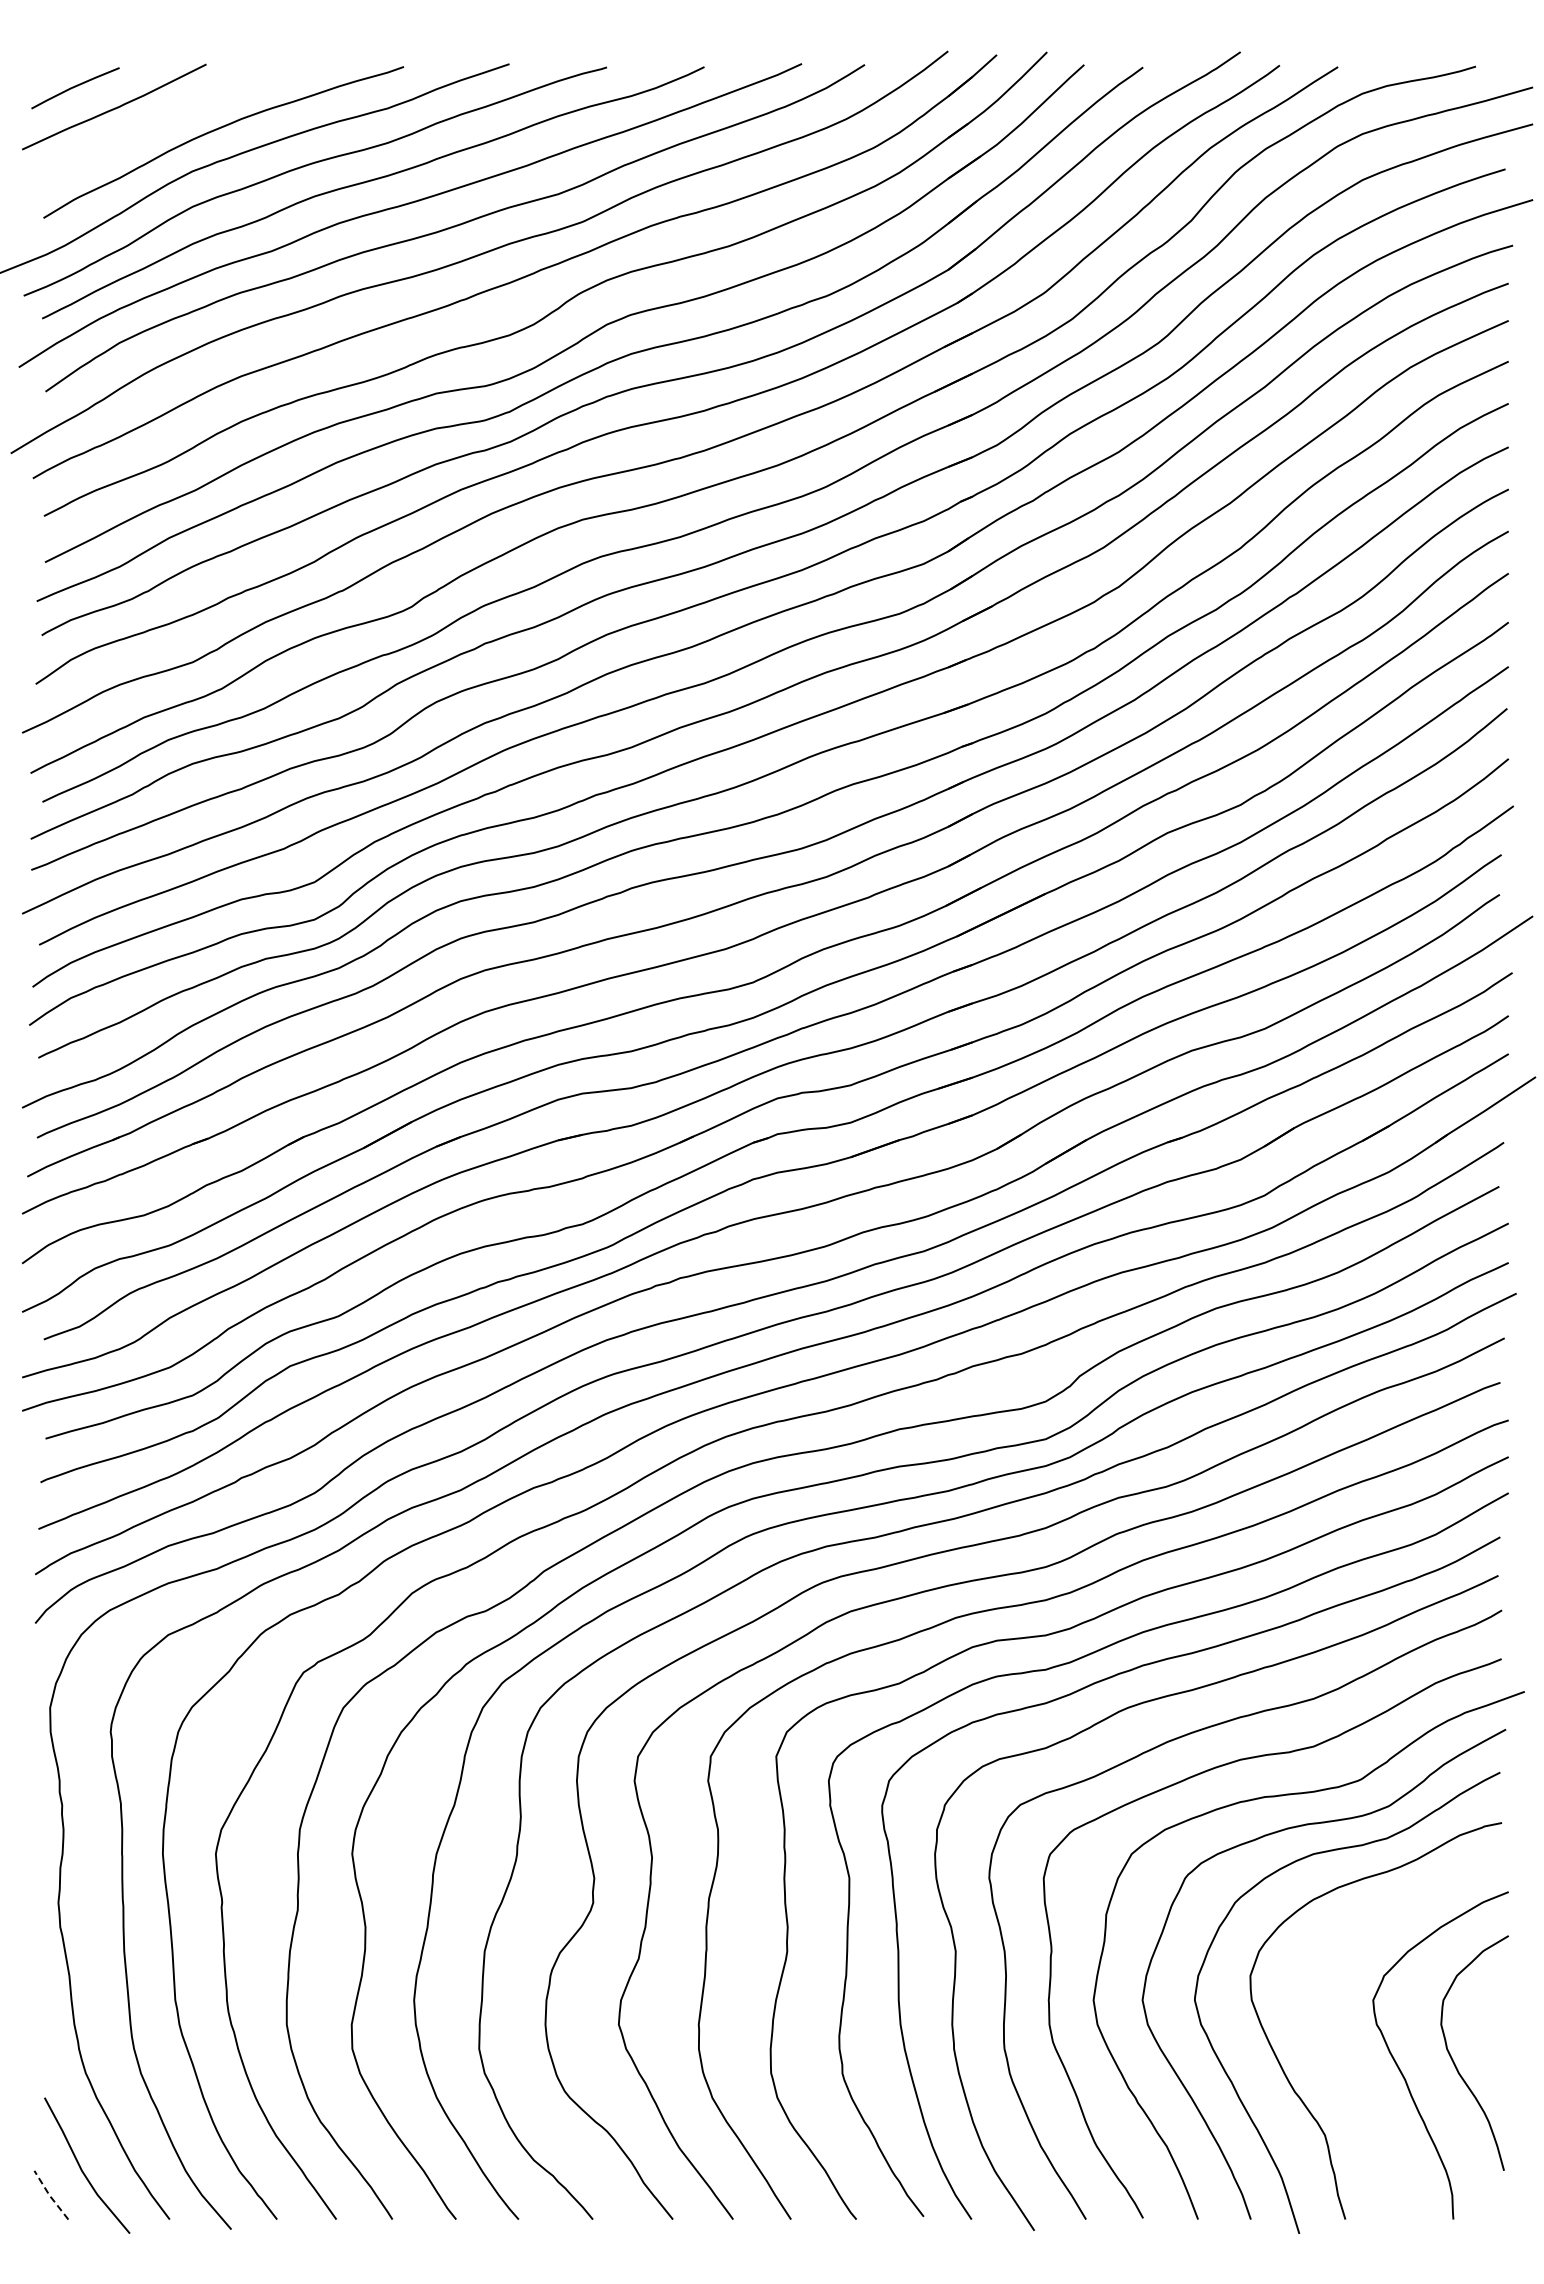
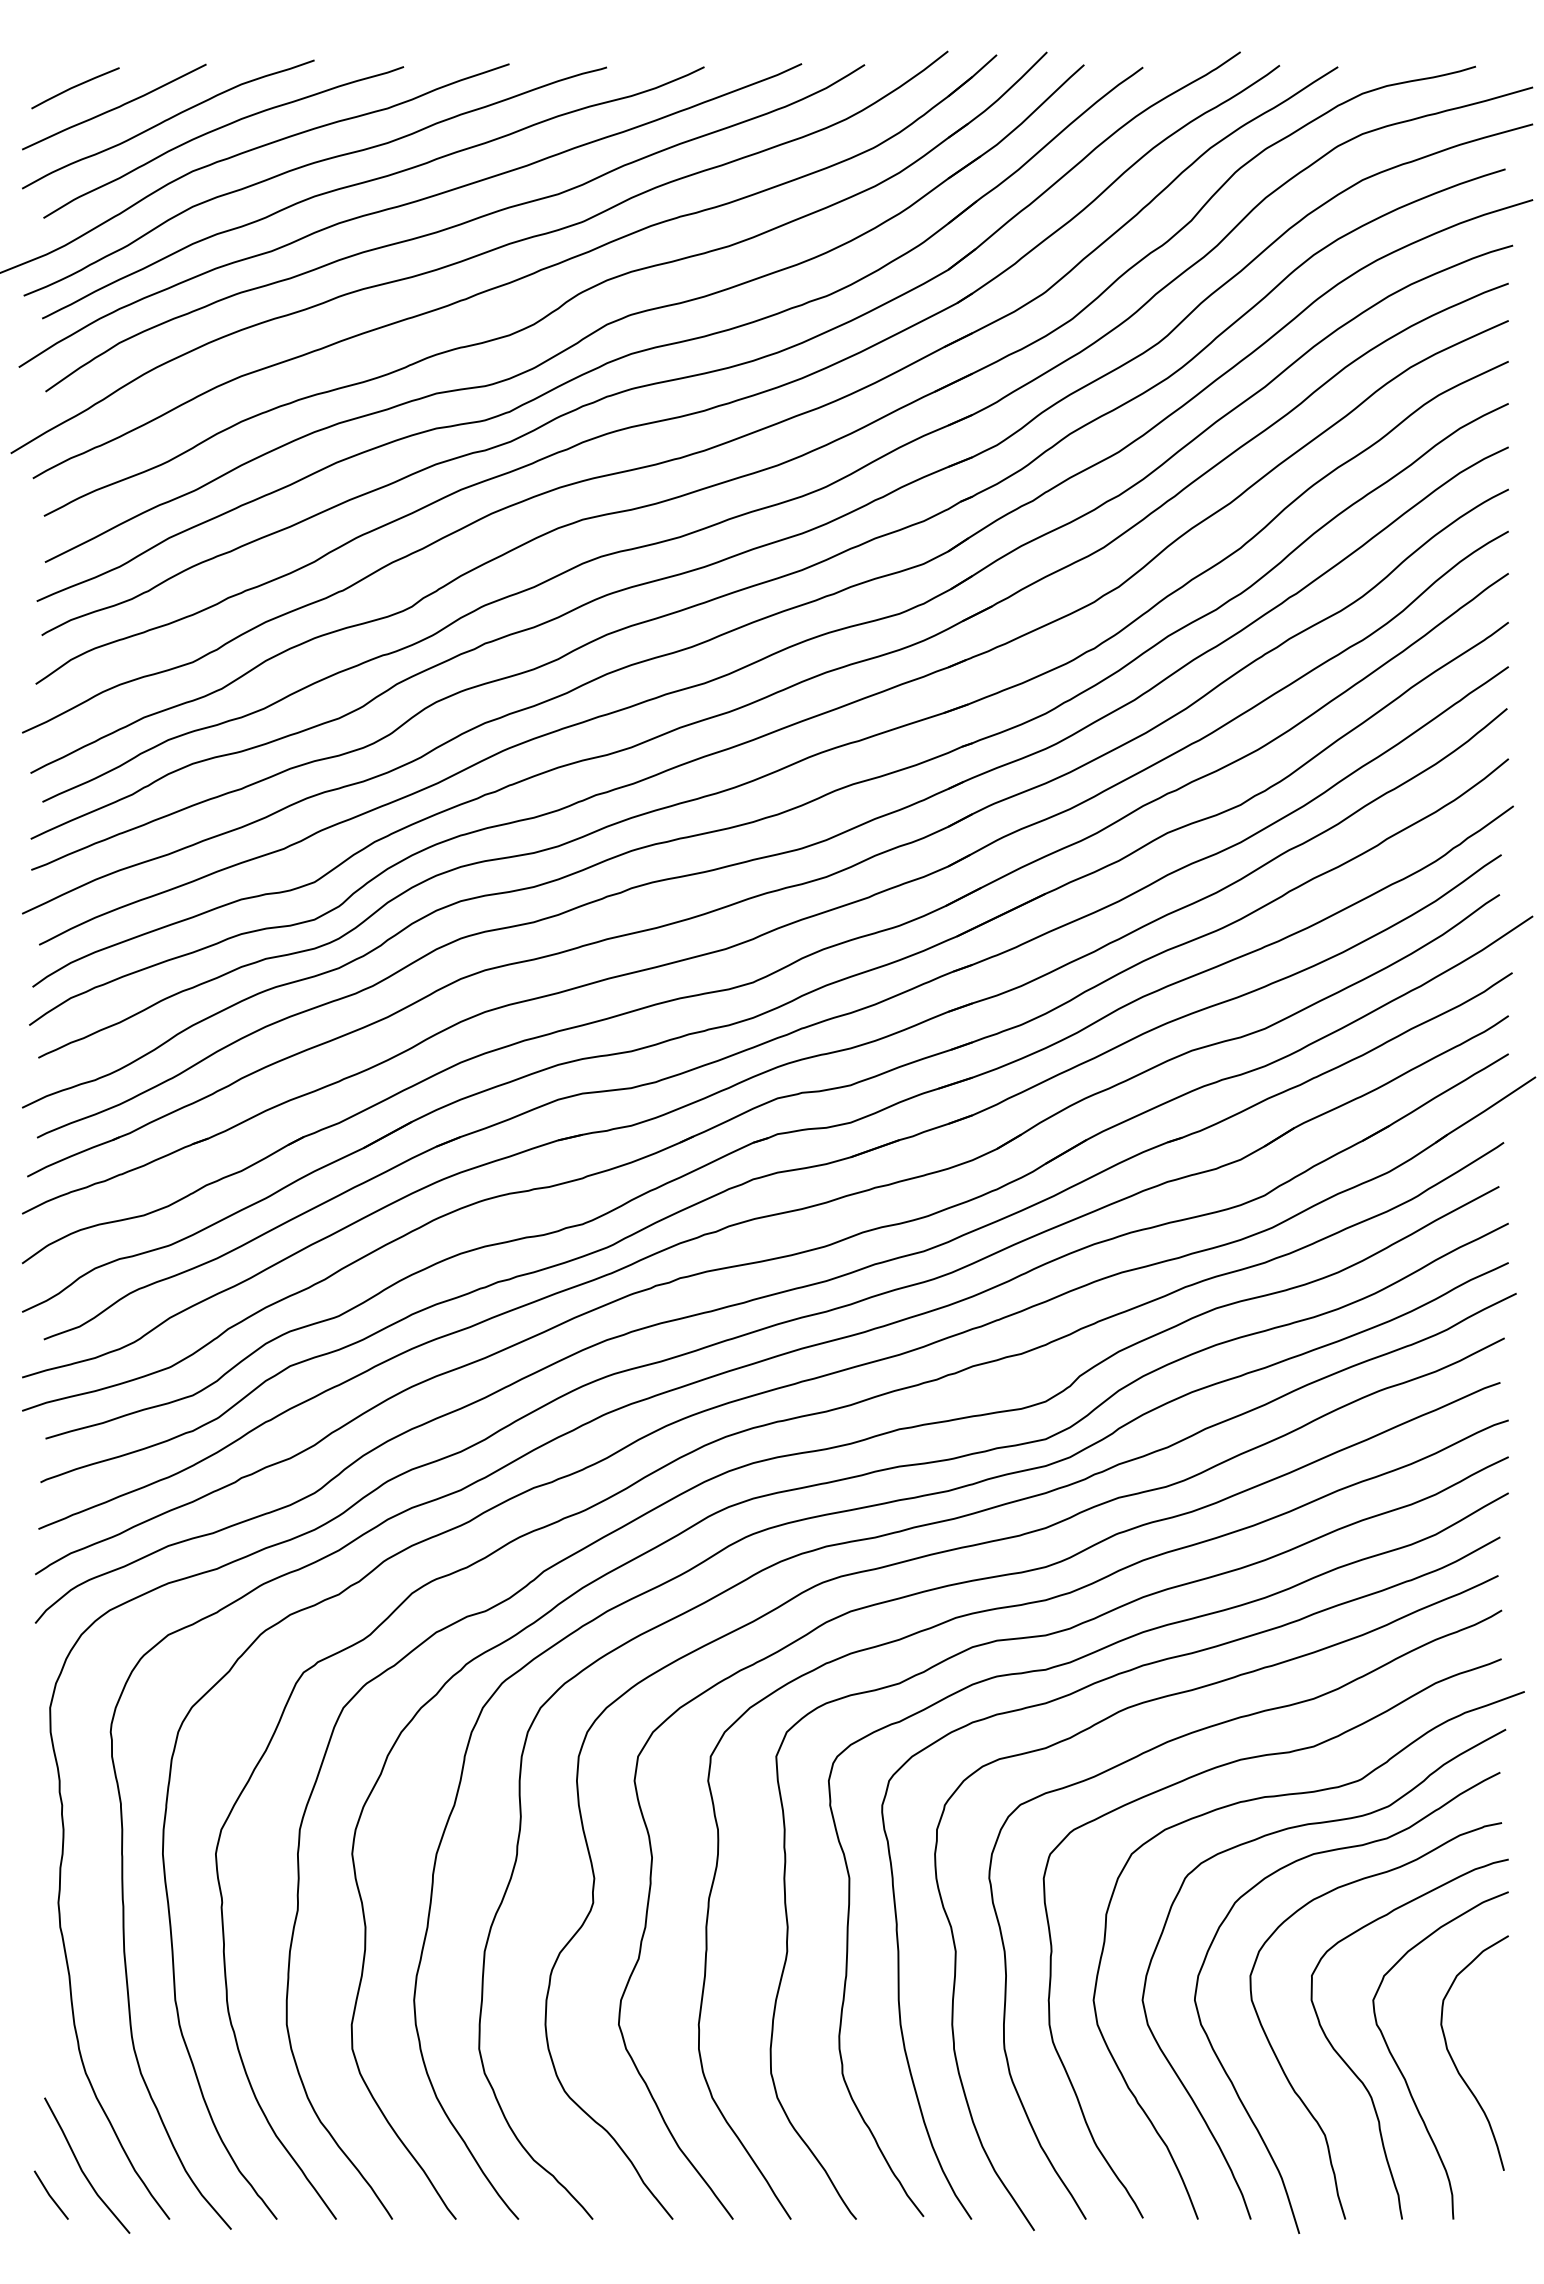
curve at (166, 121): none -> present
curve at (1358, 2076): none -> present
line at (49, 2195): dashed -> solid
